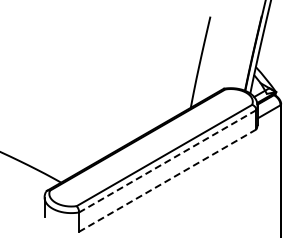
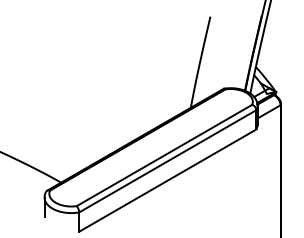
line at (167, 161): dashed -> solid
line at (167, 180): dashed -> solid
